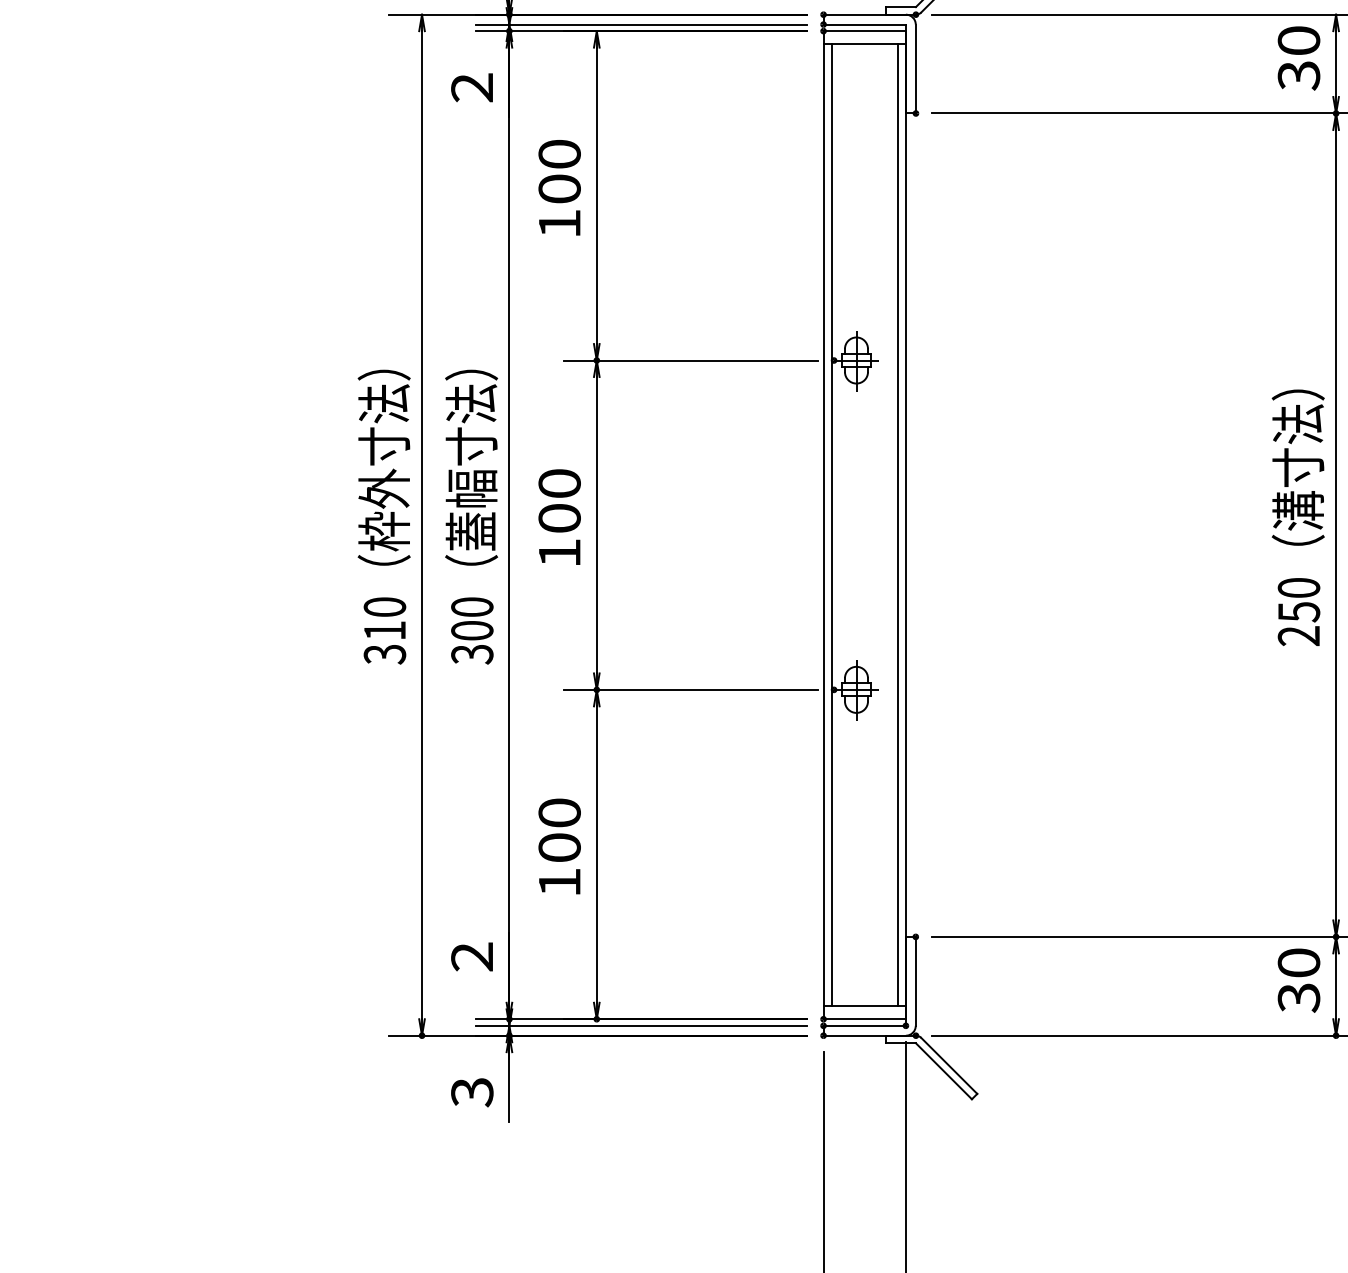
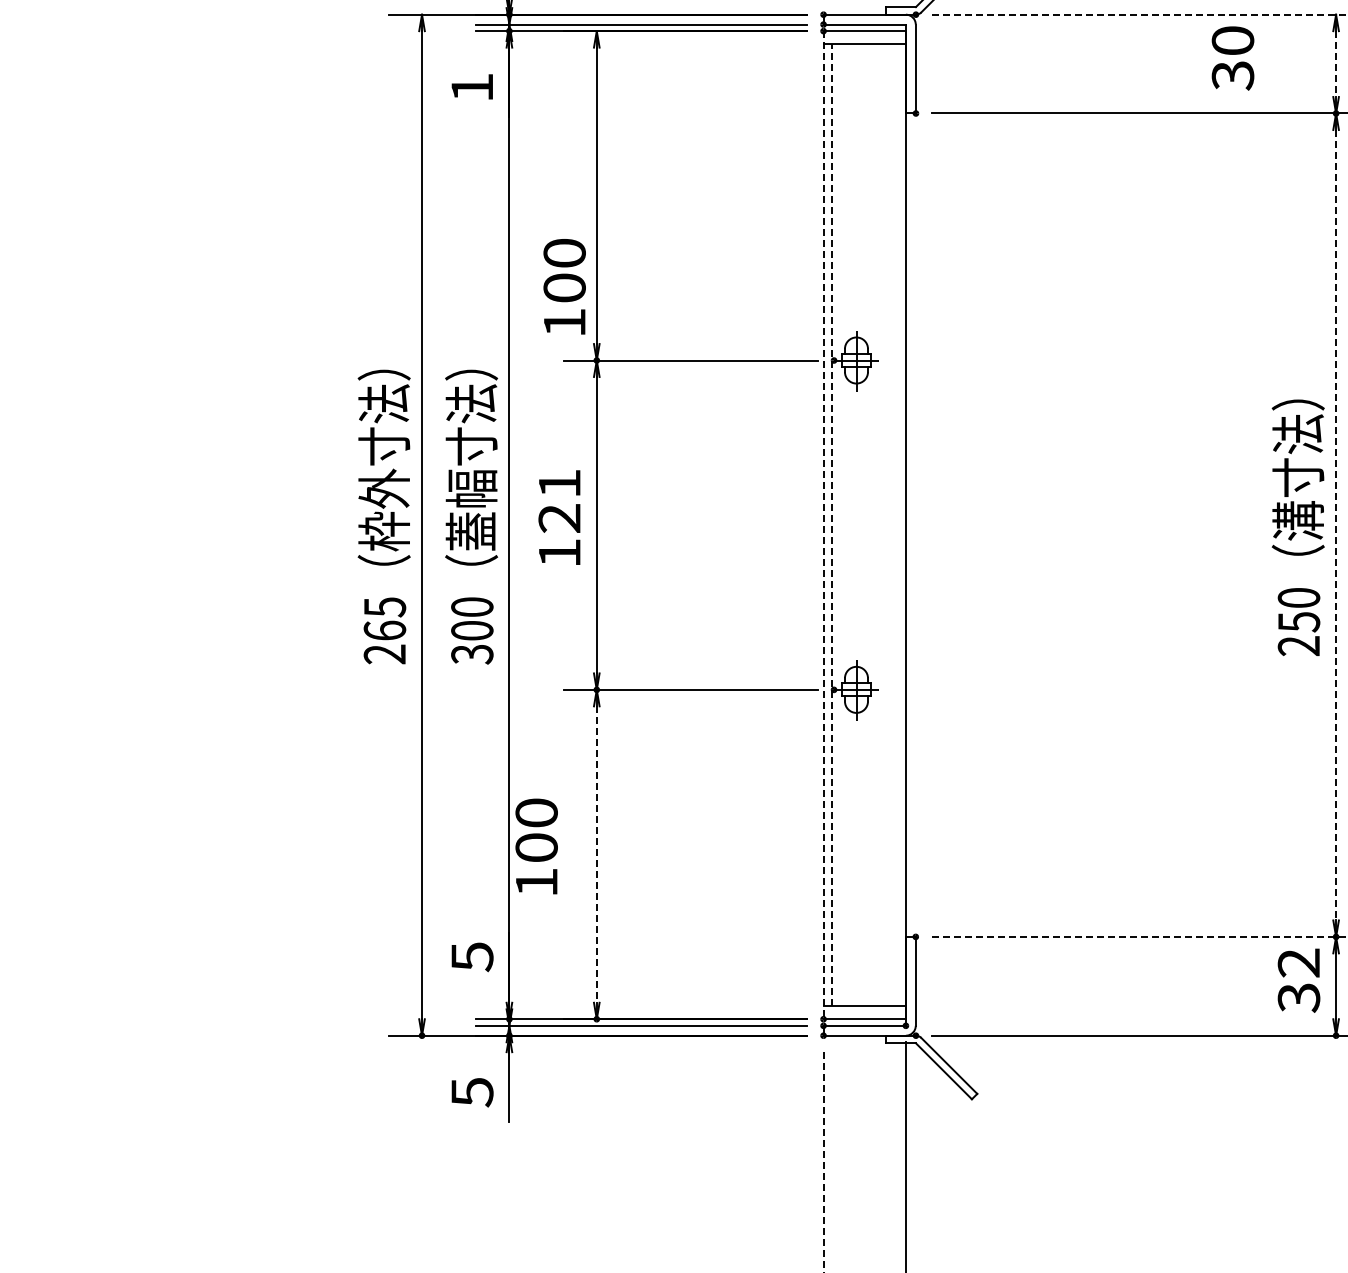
line at (1140, 14): solid -> dashed
text at (1298, 58) position: (1298, 58) -> (1232, 58)
line at (1336, 64): solid -> dashed
text at (471, 87): 2 -> 1
text at (559, 187) position: (559, 187) -> (564, 286)
text at (559, 500): 100 -> 121
text at (1297, 517) position: (1297, 517) -> (1297, 527)
line at (823, 525): solid -> dashed
line at (831, 525): solid -> dashed
line at (897, 525): present -> none
line at (1336, 525): solid -> dashed
text at (384, 630): 310 -> 265
text at (559, 846) position: (559, 846) -> (536, 846)
line at (596, 855): solid -> dashed
line at (1140, 936): solid -> dashed
text at (472, 957): 2 -> 5
text at (1298, 962): 30 -> 32
text at (472, 1092): 3 -> 5
line at (823, 1162): solid -> dashed
